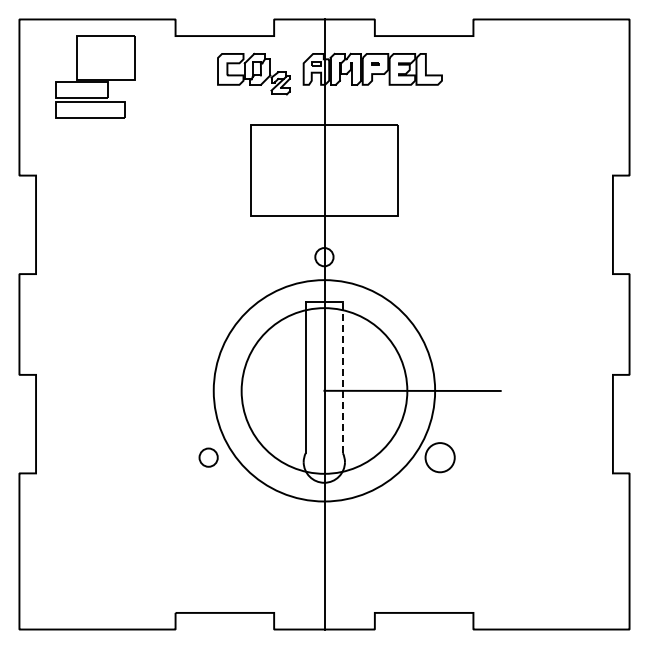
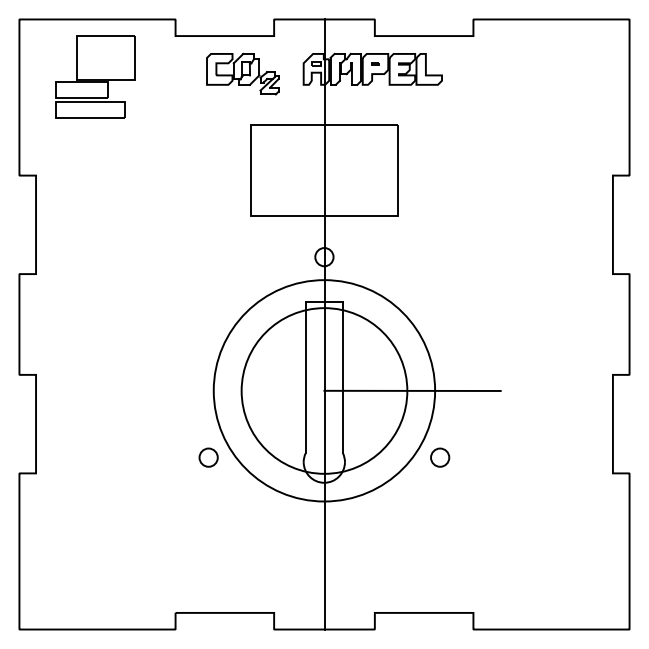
part at (253, 73) position: (253, 73) -> (242, 73)
line at (342, 377): dashed -> solid
circle at (439, 457) diameter: 29 px -> 18 px
